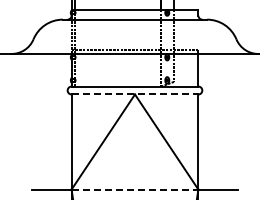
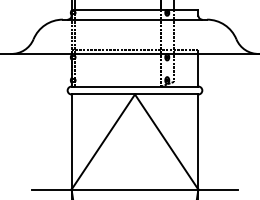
line at (135, 94): dashed -> solid
line at (135, 189): dashed -> solid
